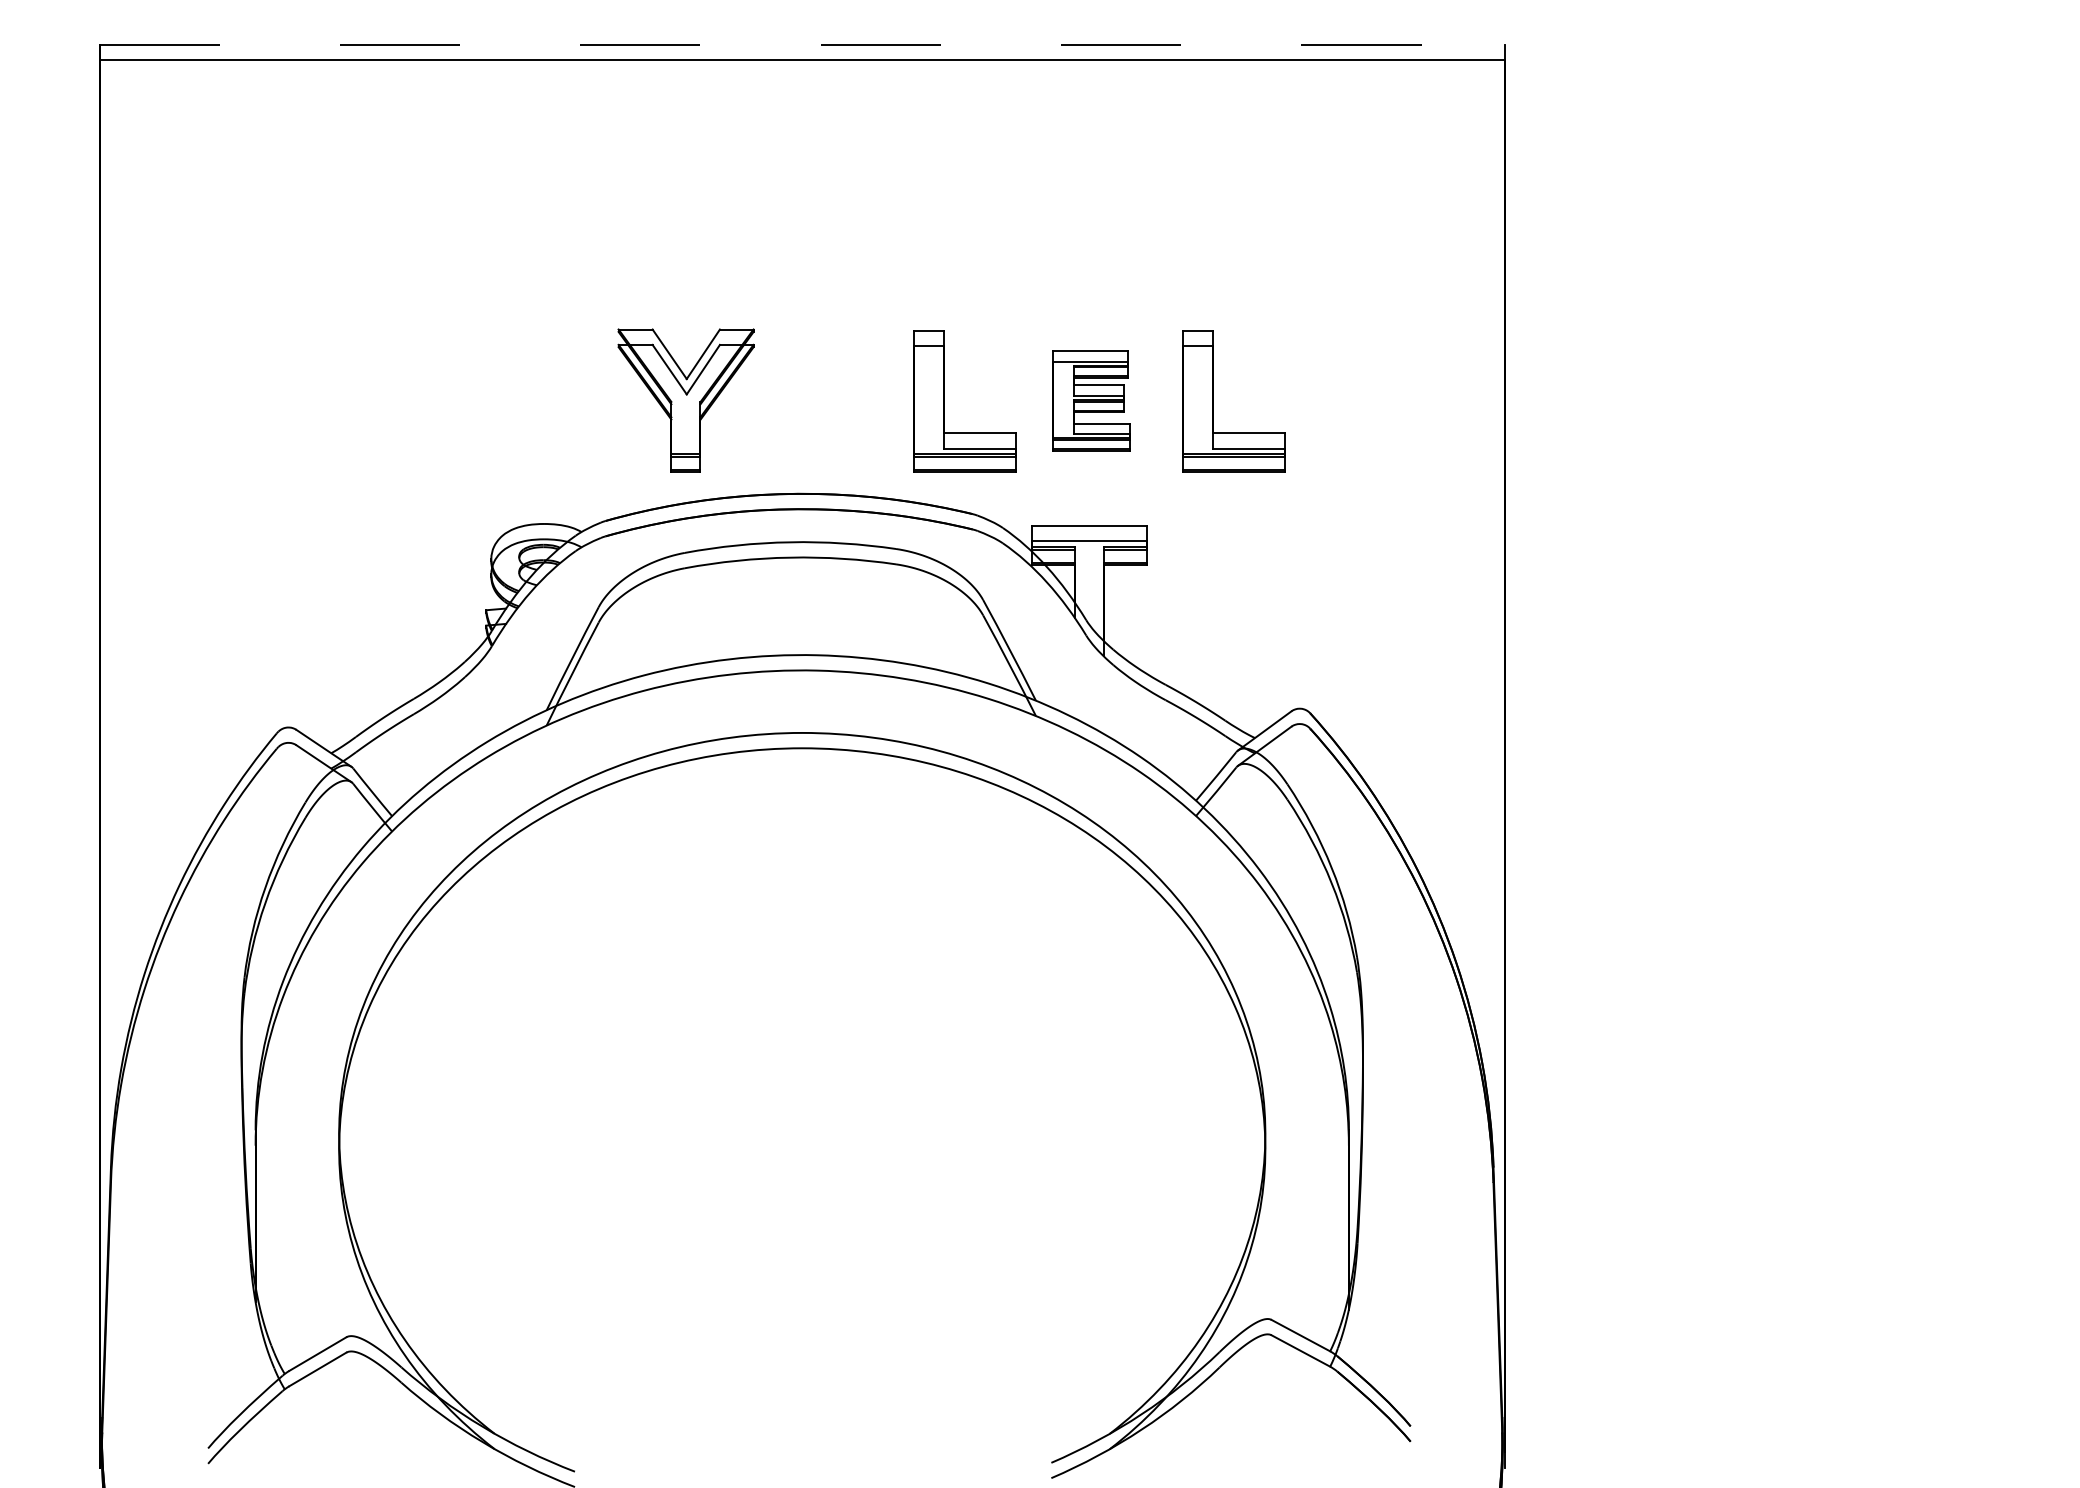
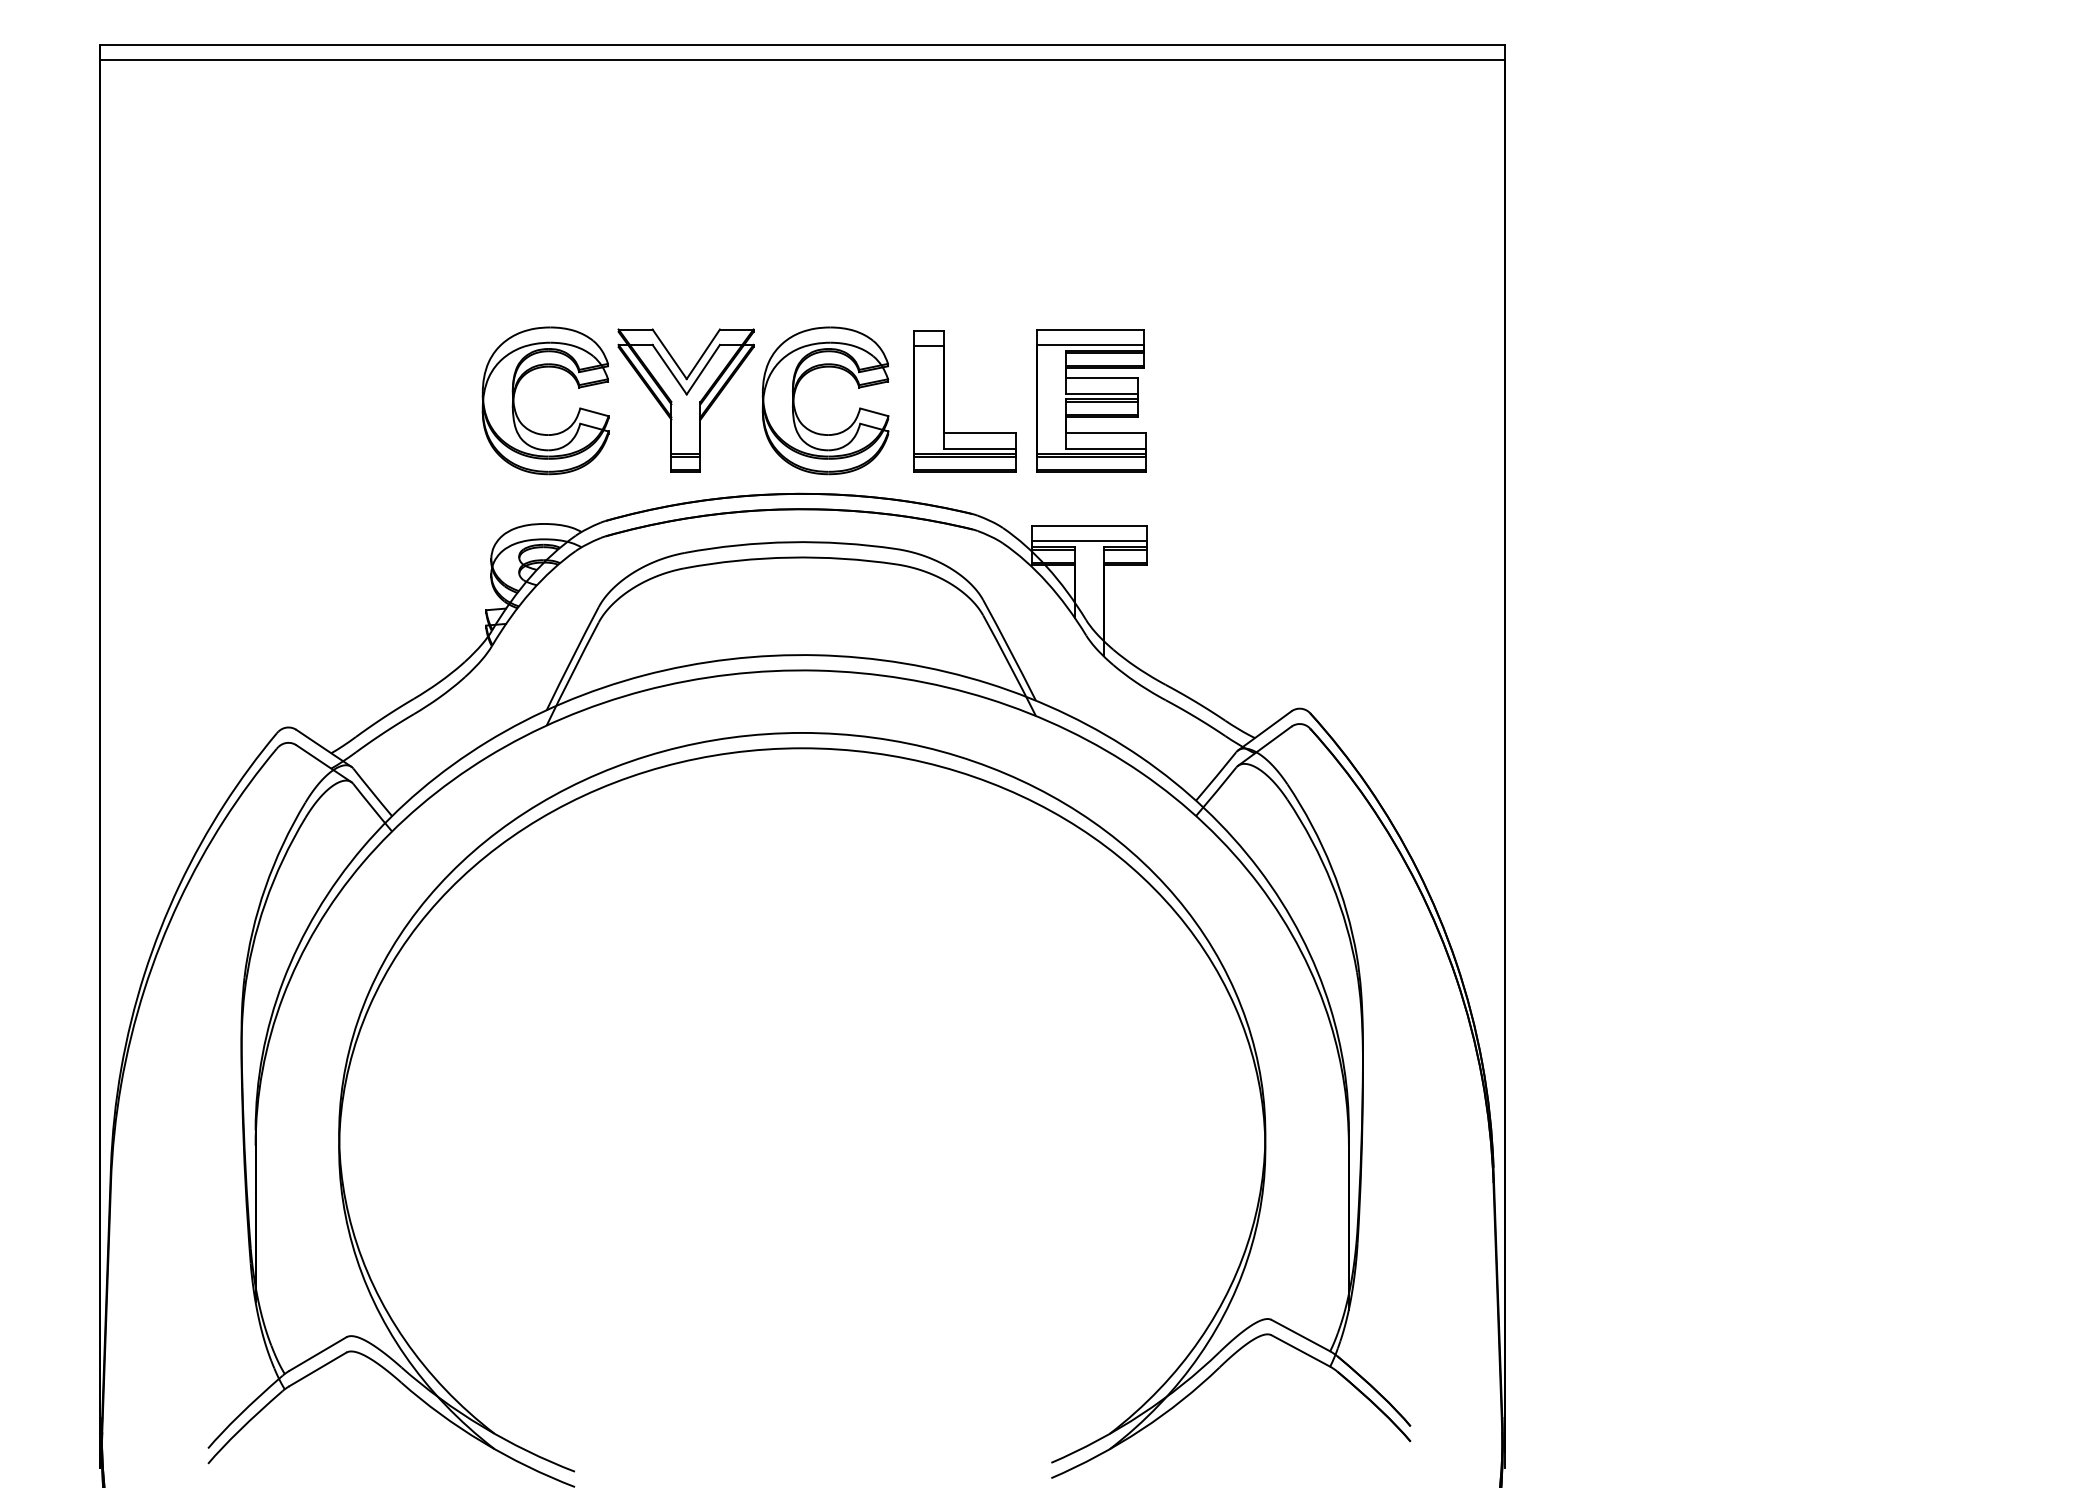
line at (802, 44): dashed -> solid
part at (795, 394): none -> present
part at (1091, 400) size: 79x102 px -> 111x144 px
part at (1213, 401): present -> none
part at (515, 406): none -> present
